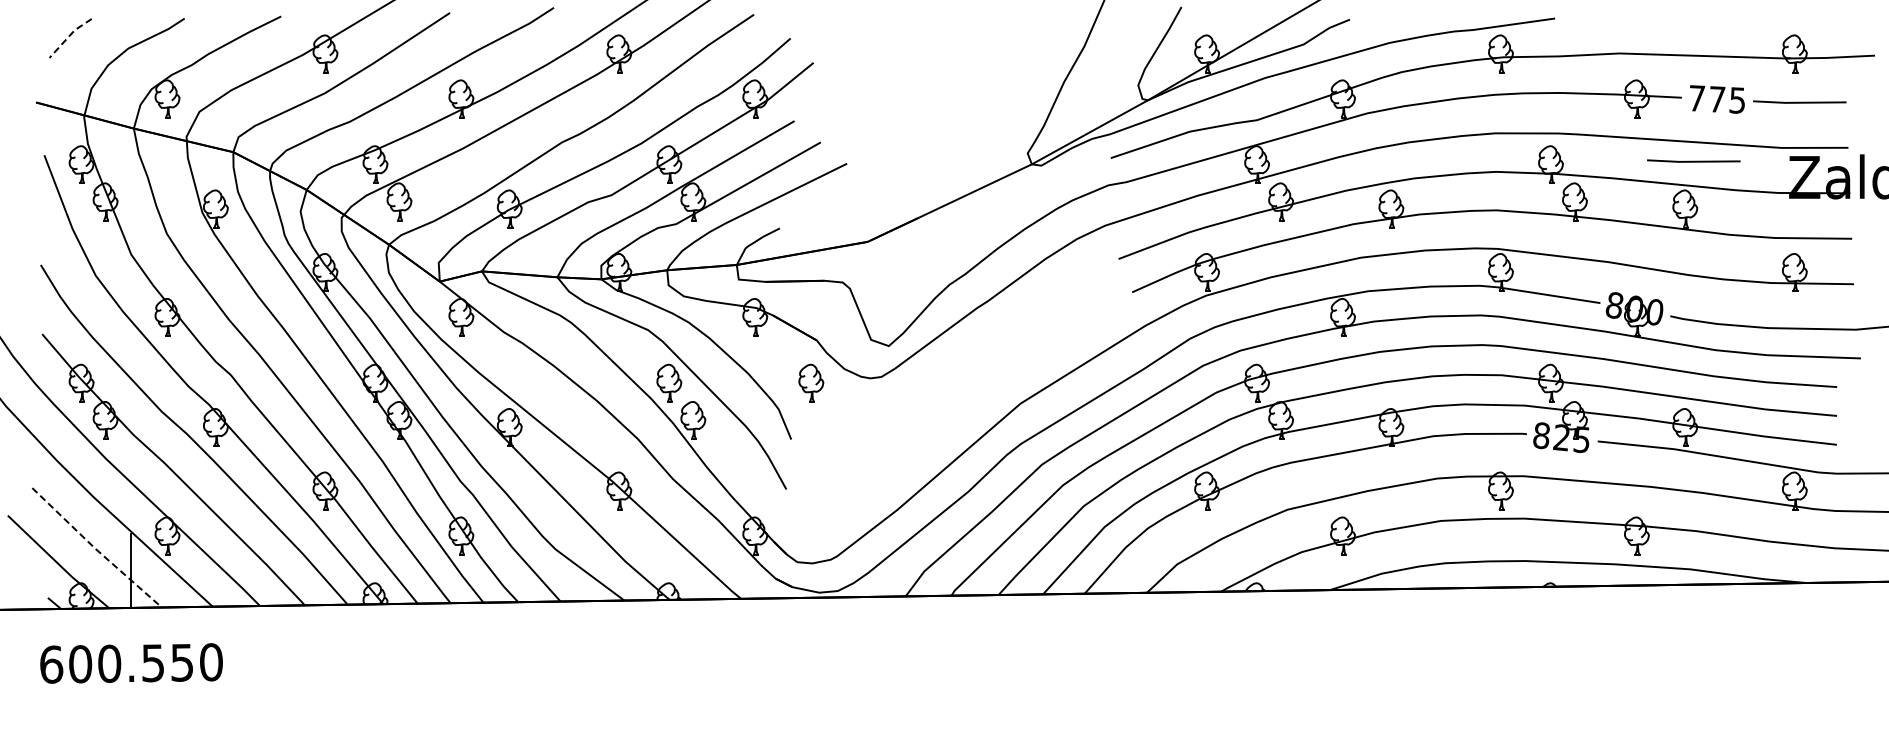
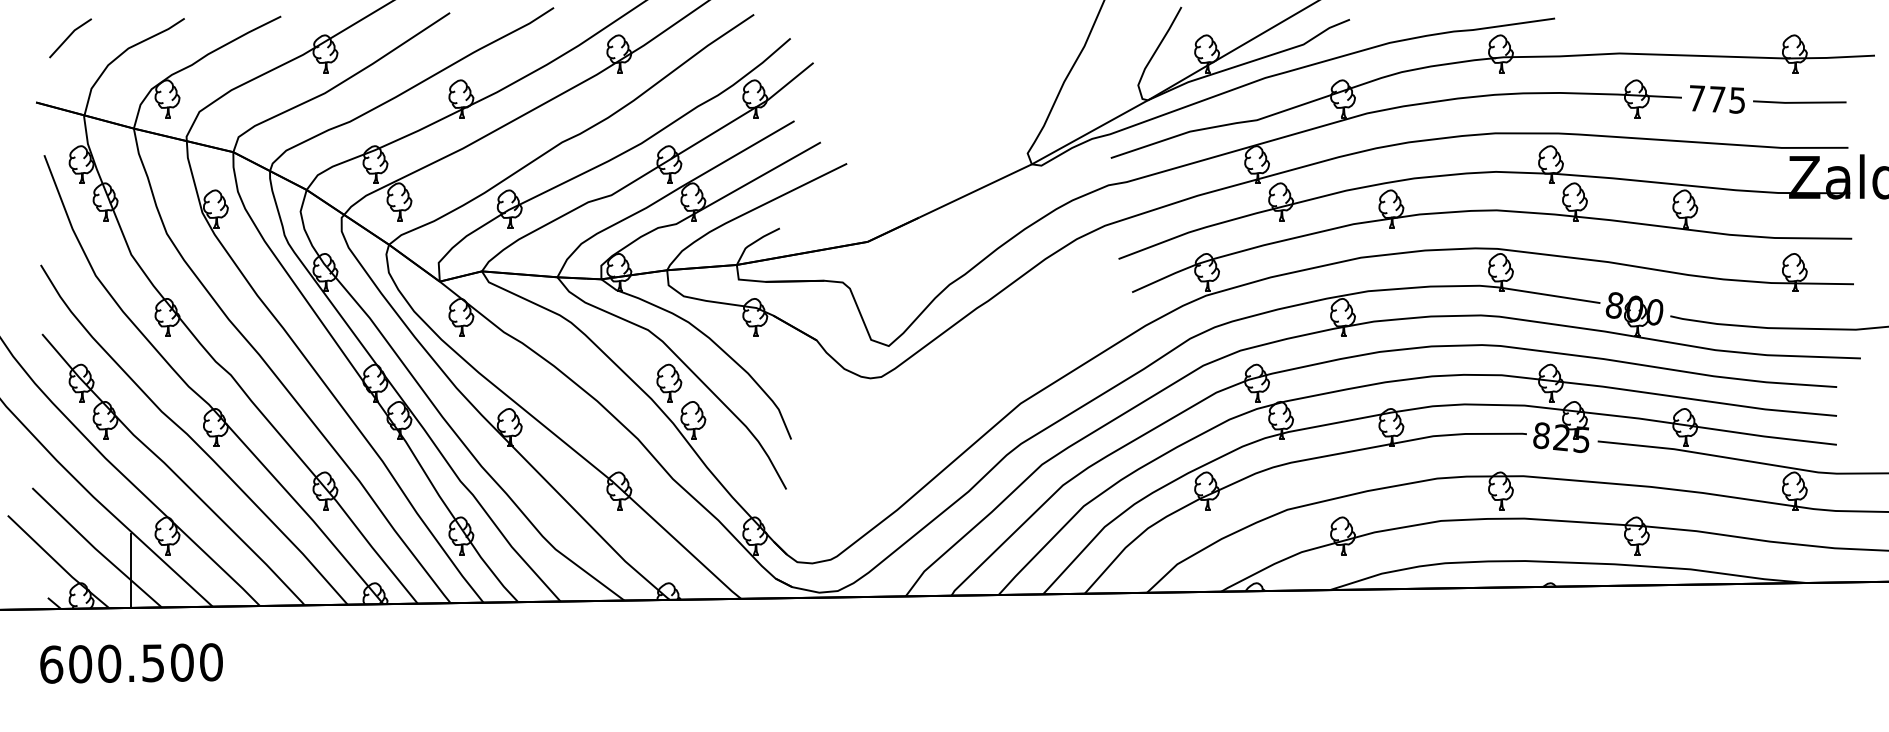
line at (69, 36): dashed -> solid
line at (1693, 160): present -> none
part at (811, 382): present -> none
line at (95, 548): dashed -> solid
text at (182, 662): 600.550 -> 600.500
